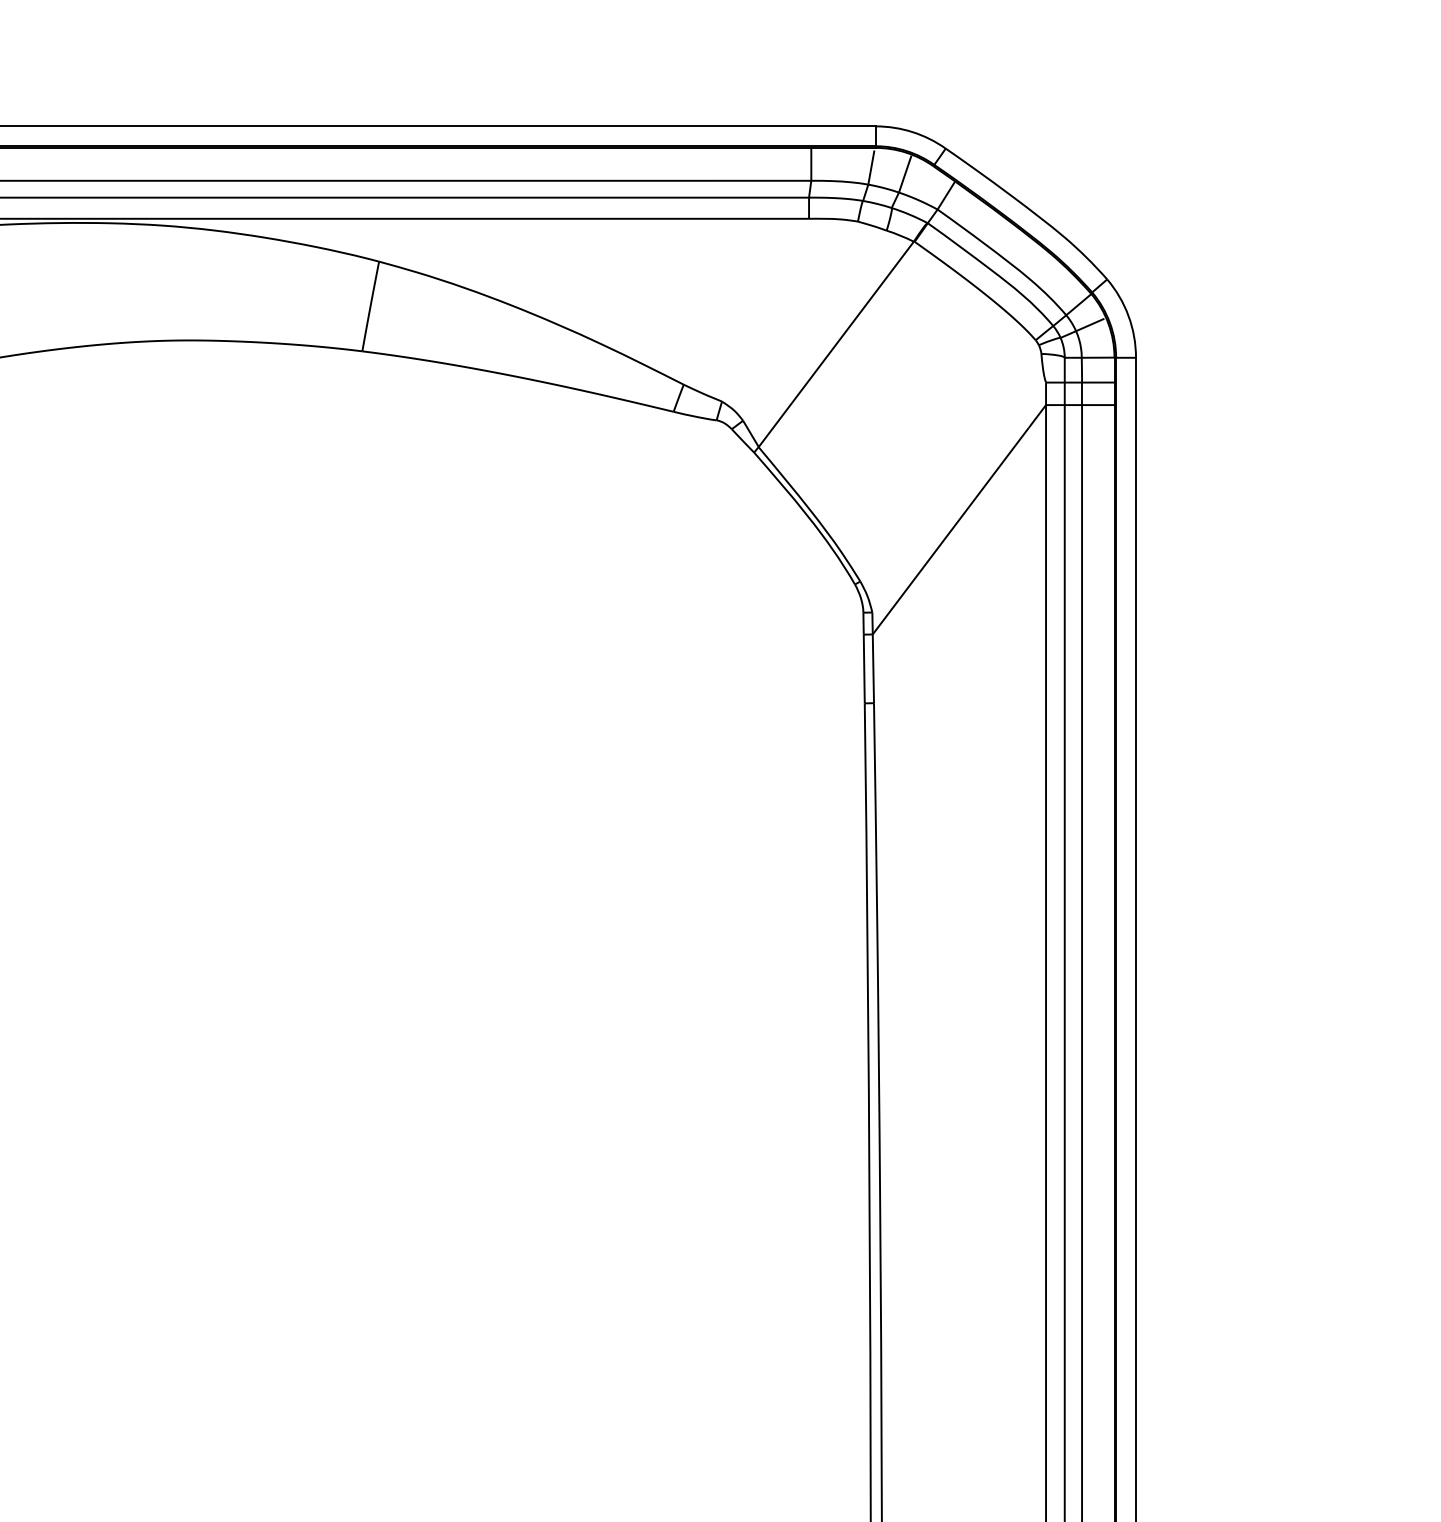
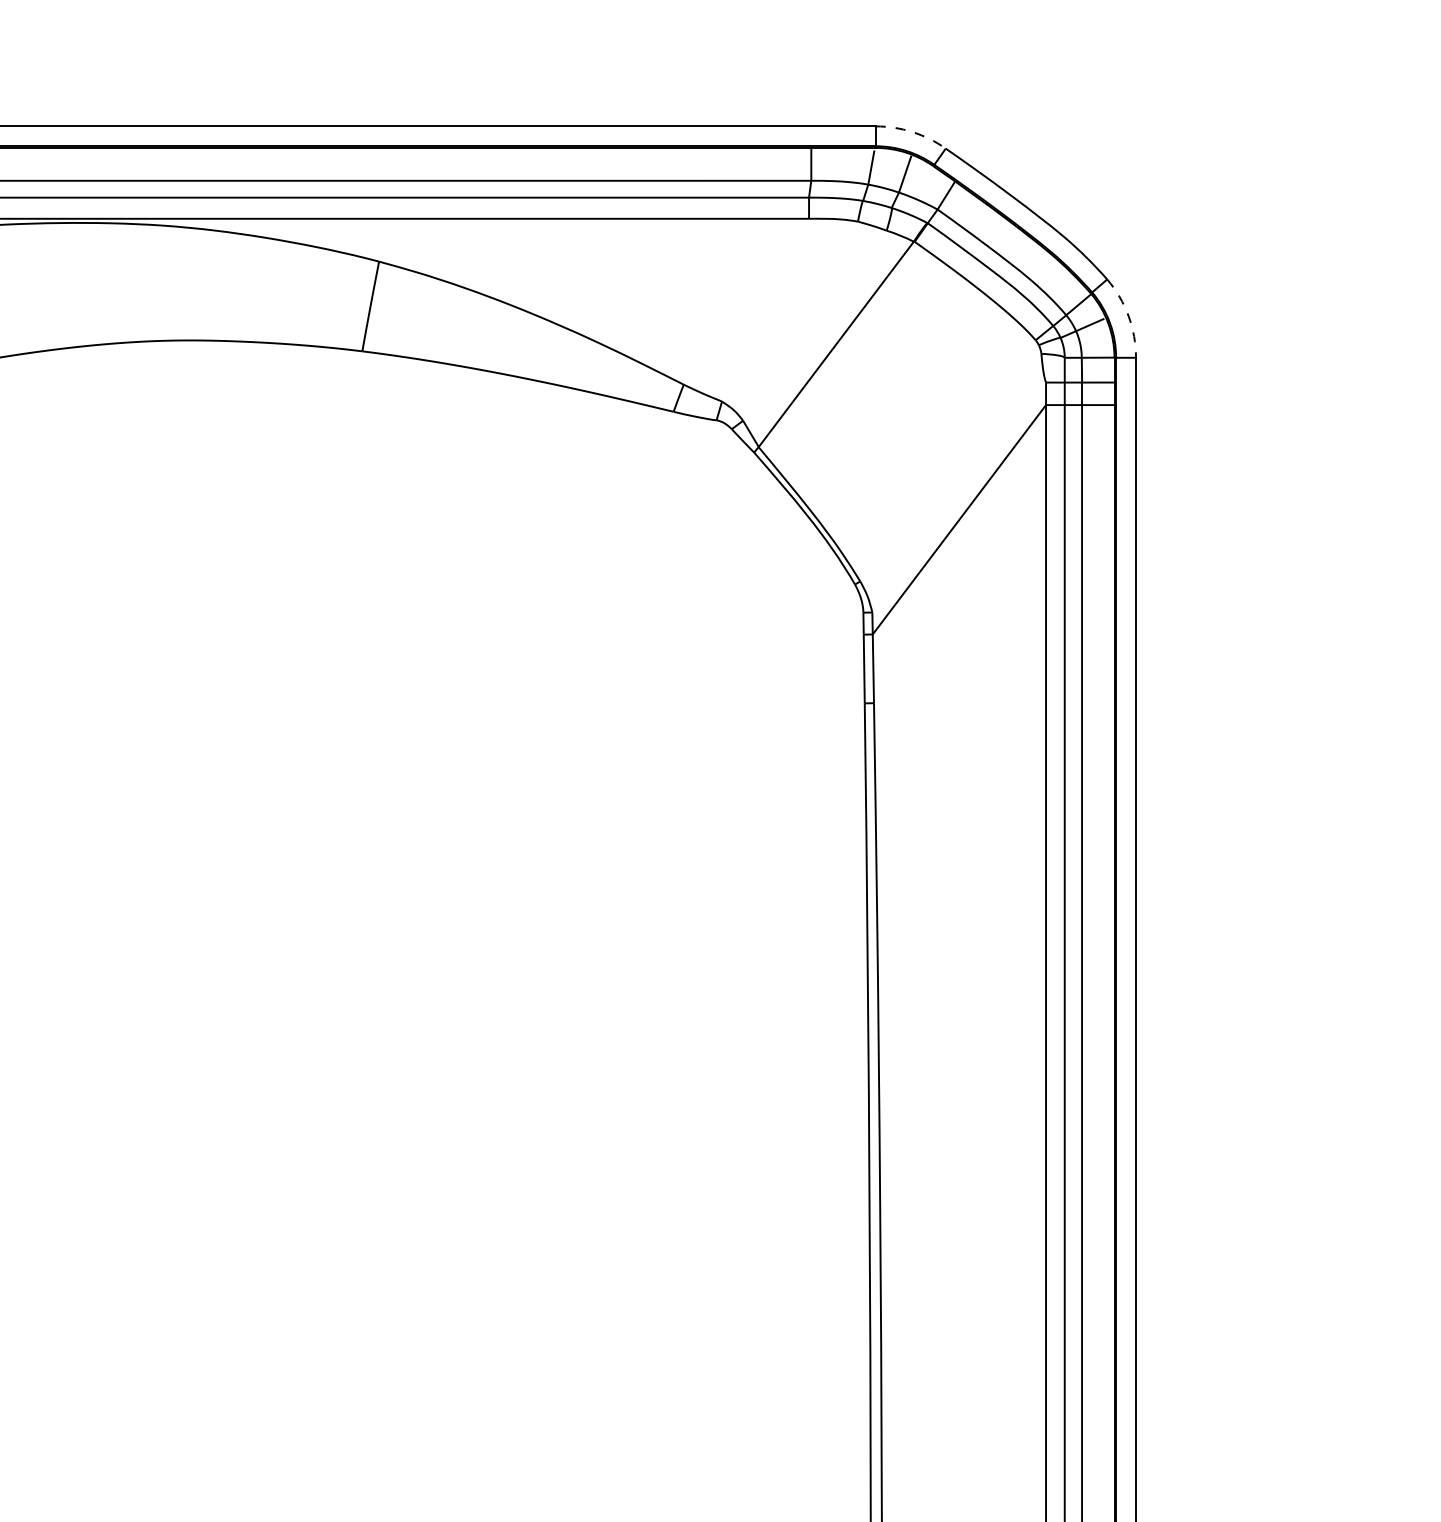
arc at (912, 132): solid -> dashed
arc at (1128, 316): solid -> dashed
